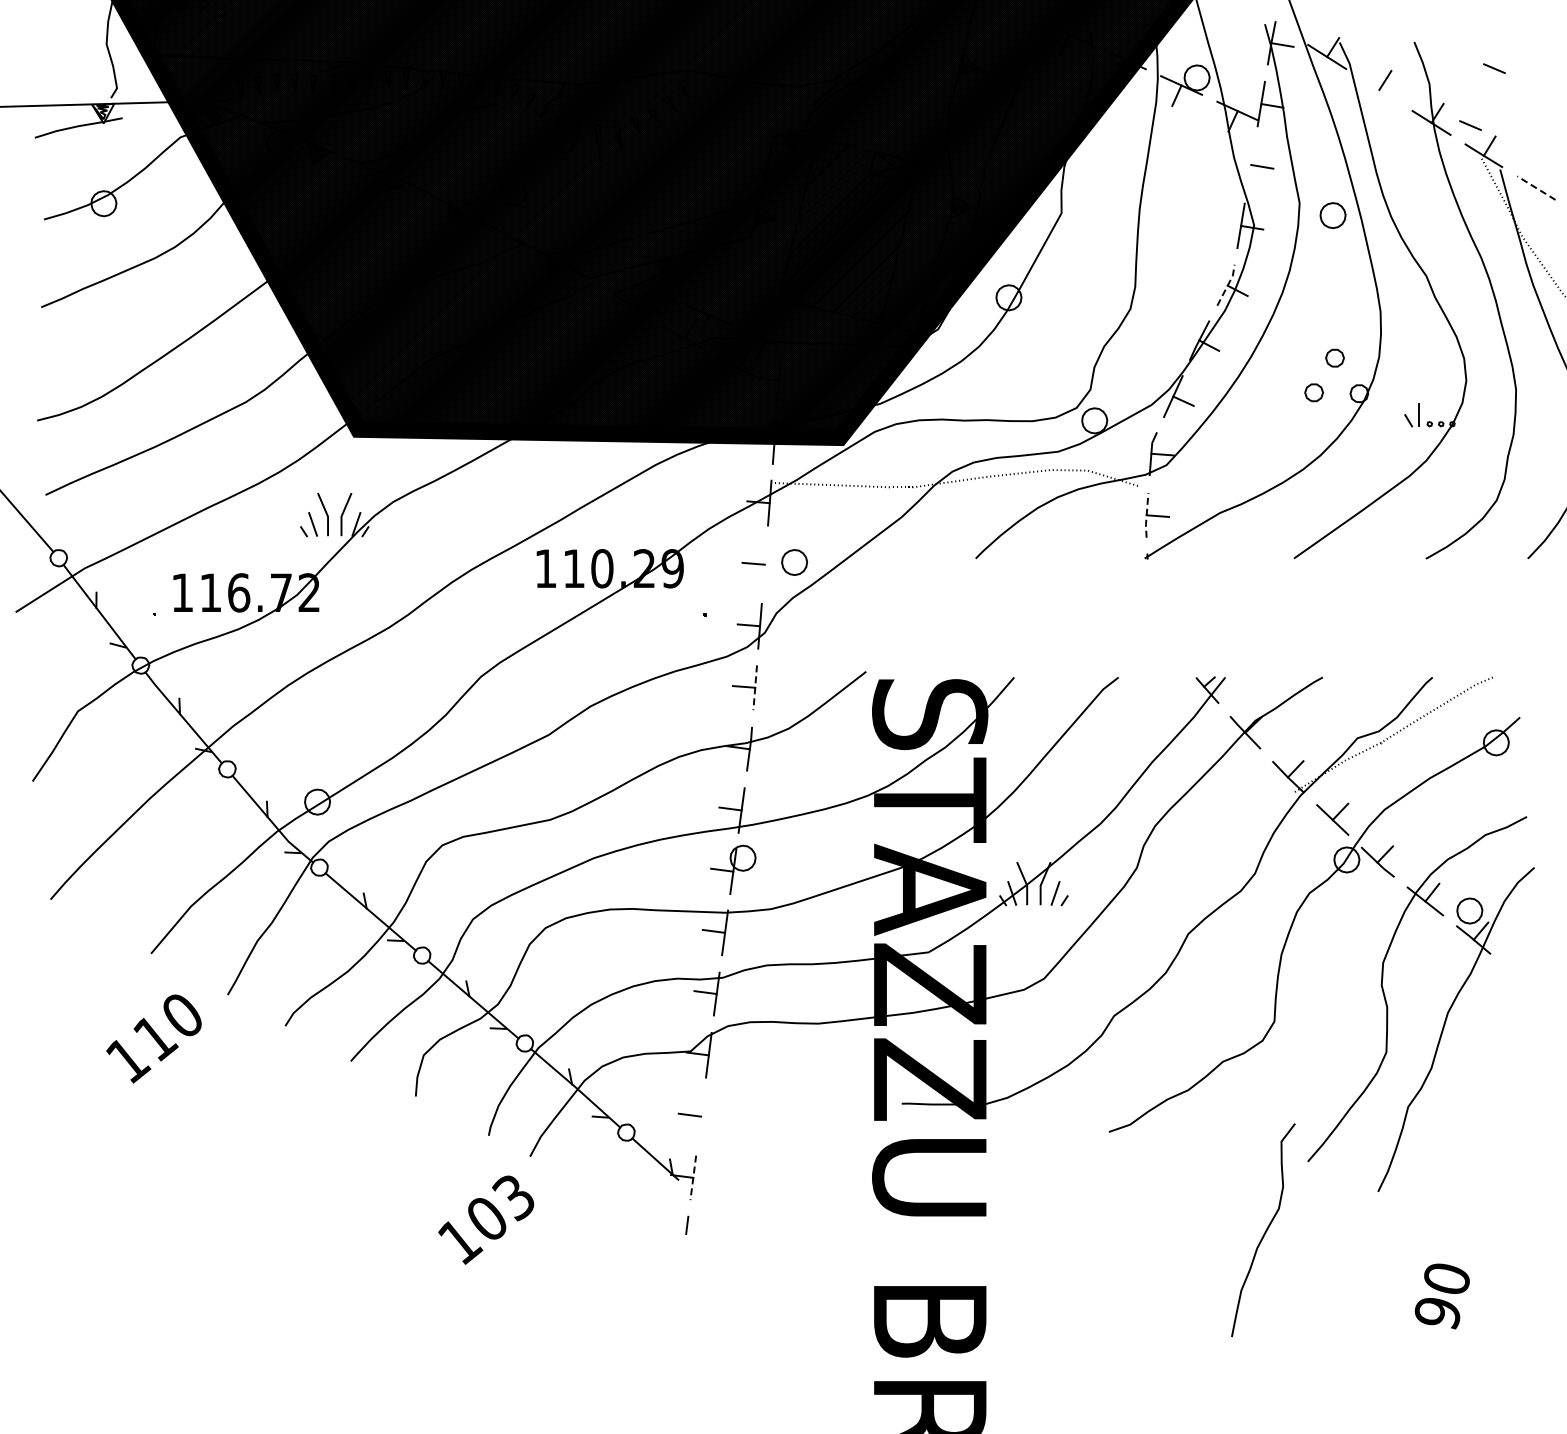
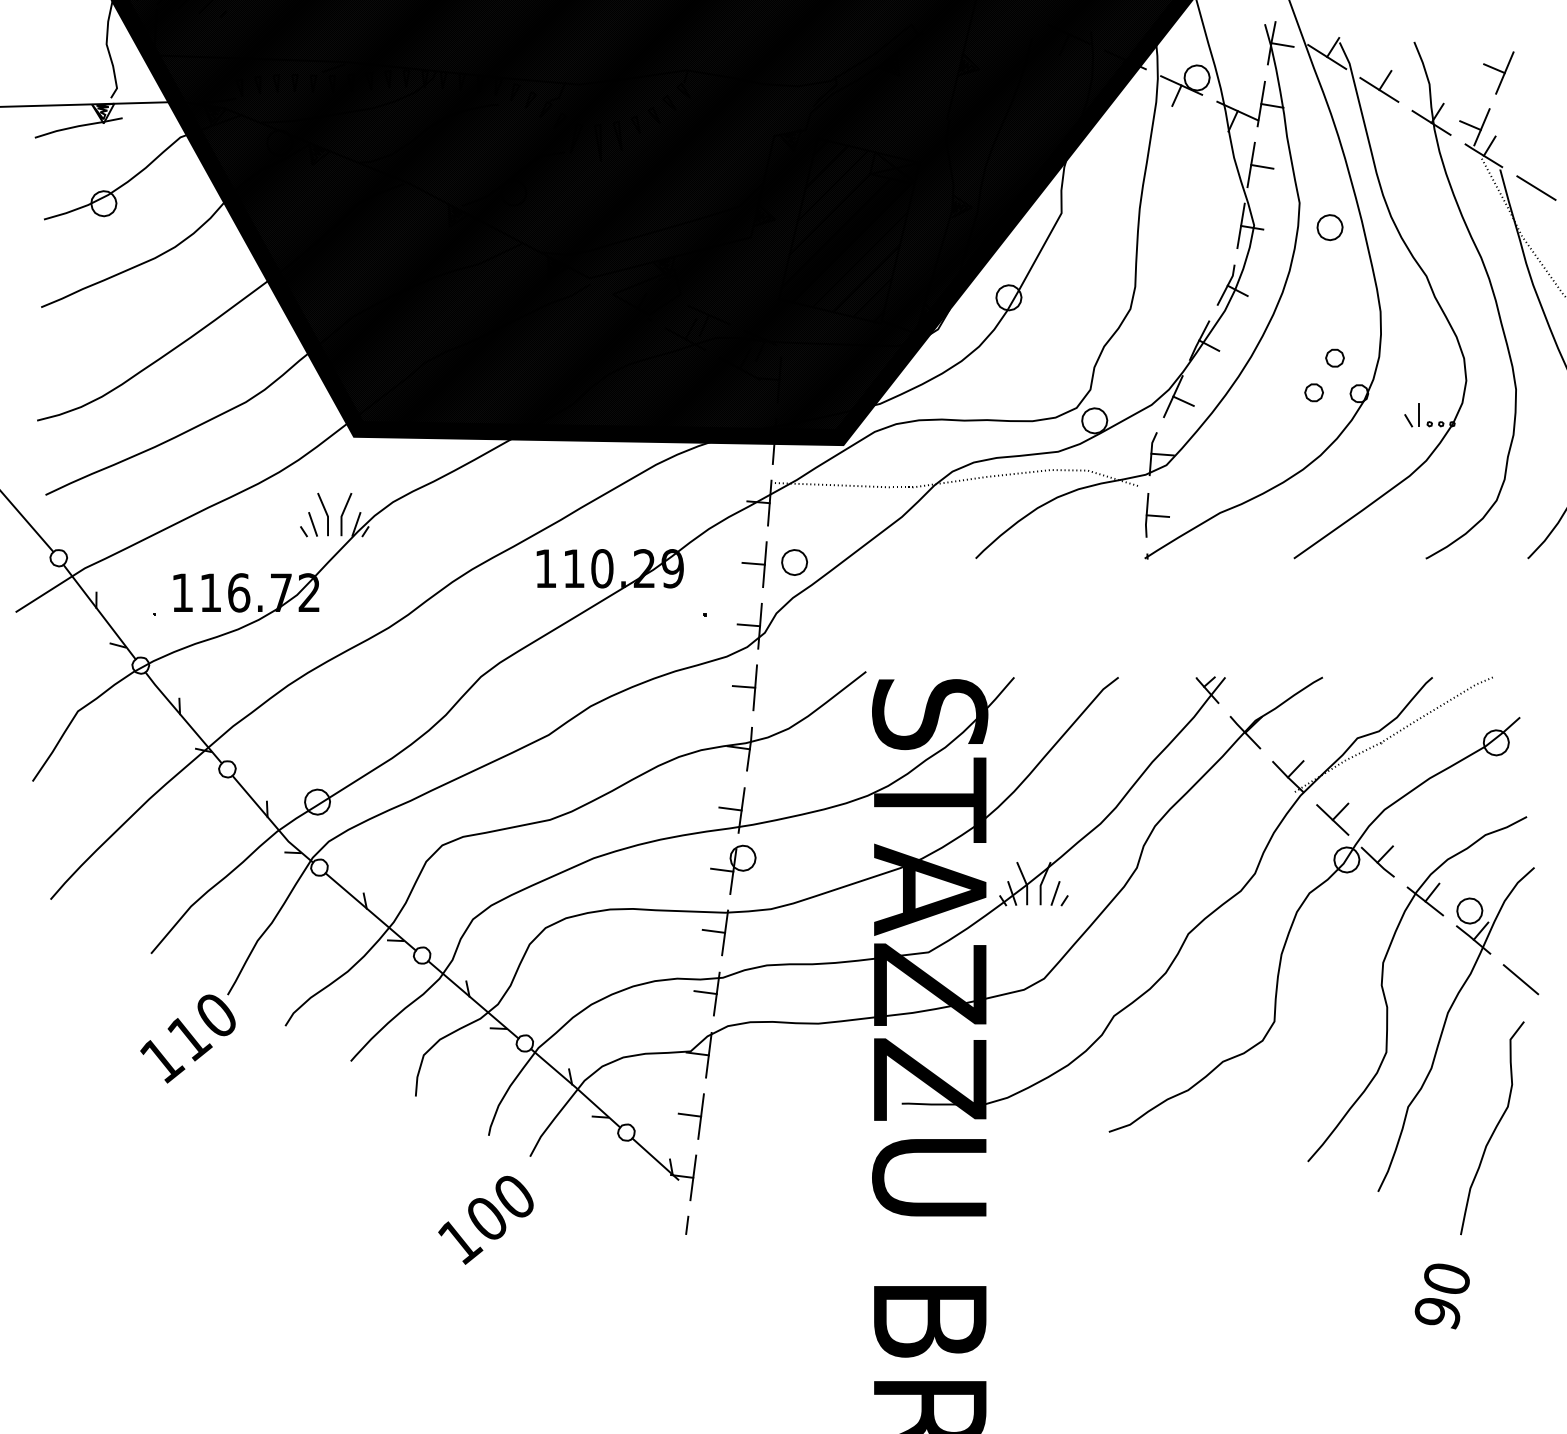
line at (1504, 72): none -> present
line at (1379, 89): none -> present
line at (1481, 127): none -> present
line at (1250, 164): none -> present
line at (1536, 187): dashed -> solid
part at (1332, 215) position: (1332, 215) -> (1329, 227)
line at (1228, 284): dashed -> solid
line at (1146, 515): dashed -> solid
line at (764, 564): none -> present
line at (755, 688): dashed -> solid
line at (1520, 979): none -> present
text at (153, 1038) position: (153, 1038) -> (187, 1038)
line at (700, 1116): none -> present
line at (693, 1178): dashed -> solid
text at (513, 1198): 103 -> 100
curve at (1265, 1230) position: (1265, 1230) -> (1494, 1128)
